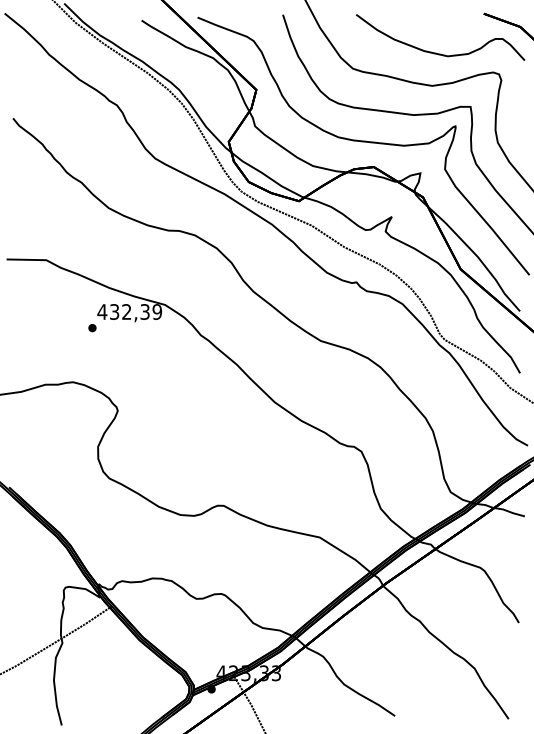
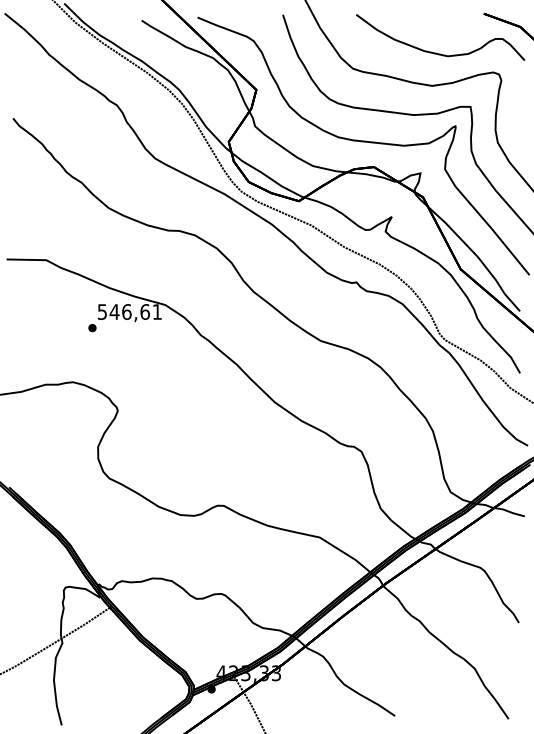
text at (129, 311): 432,39 -> 546,61
